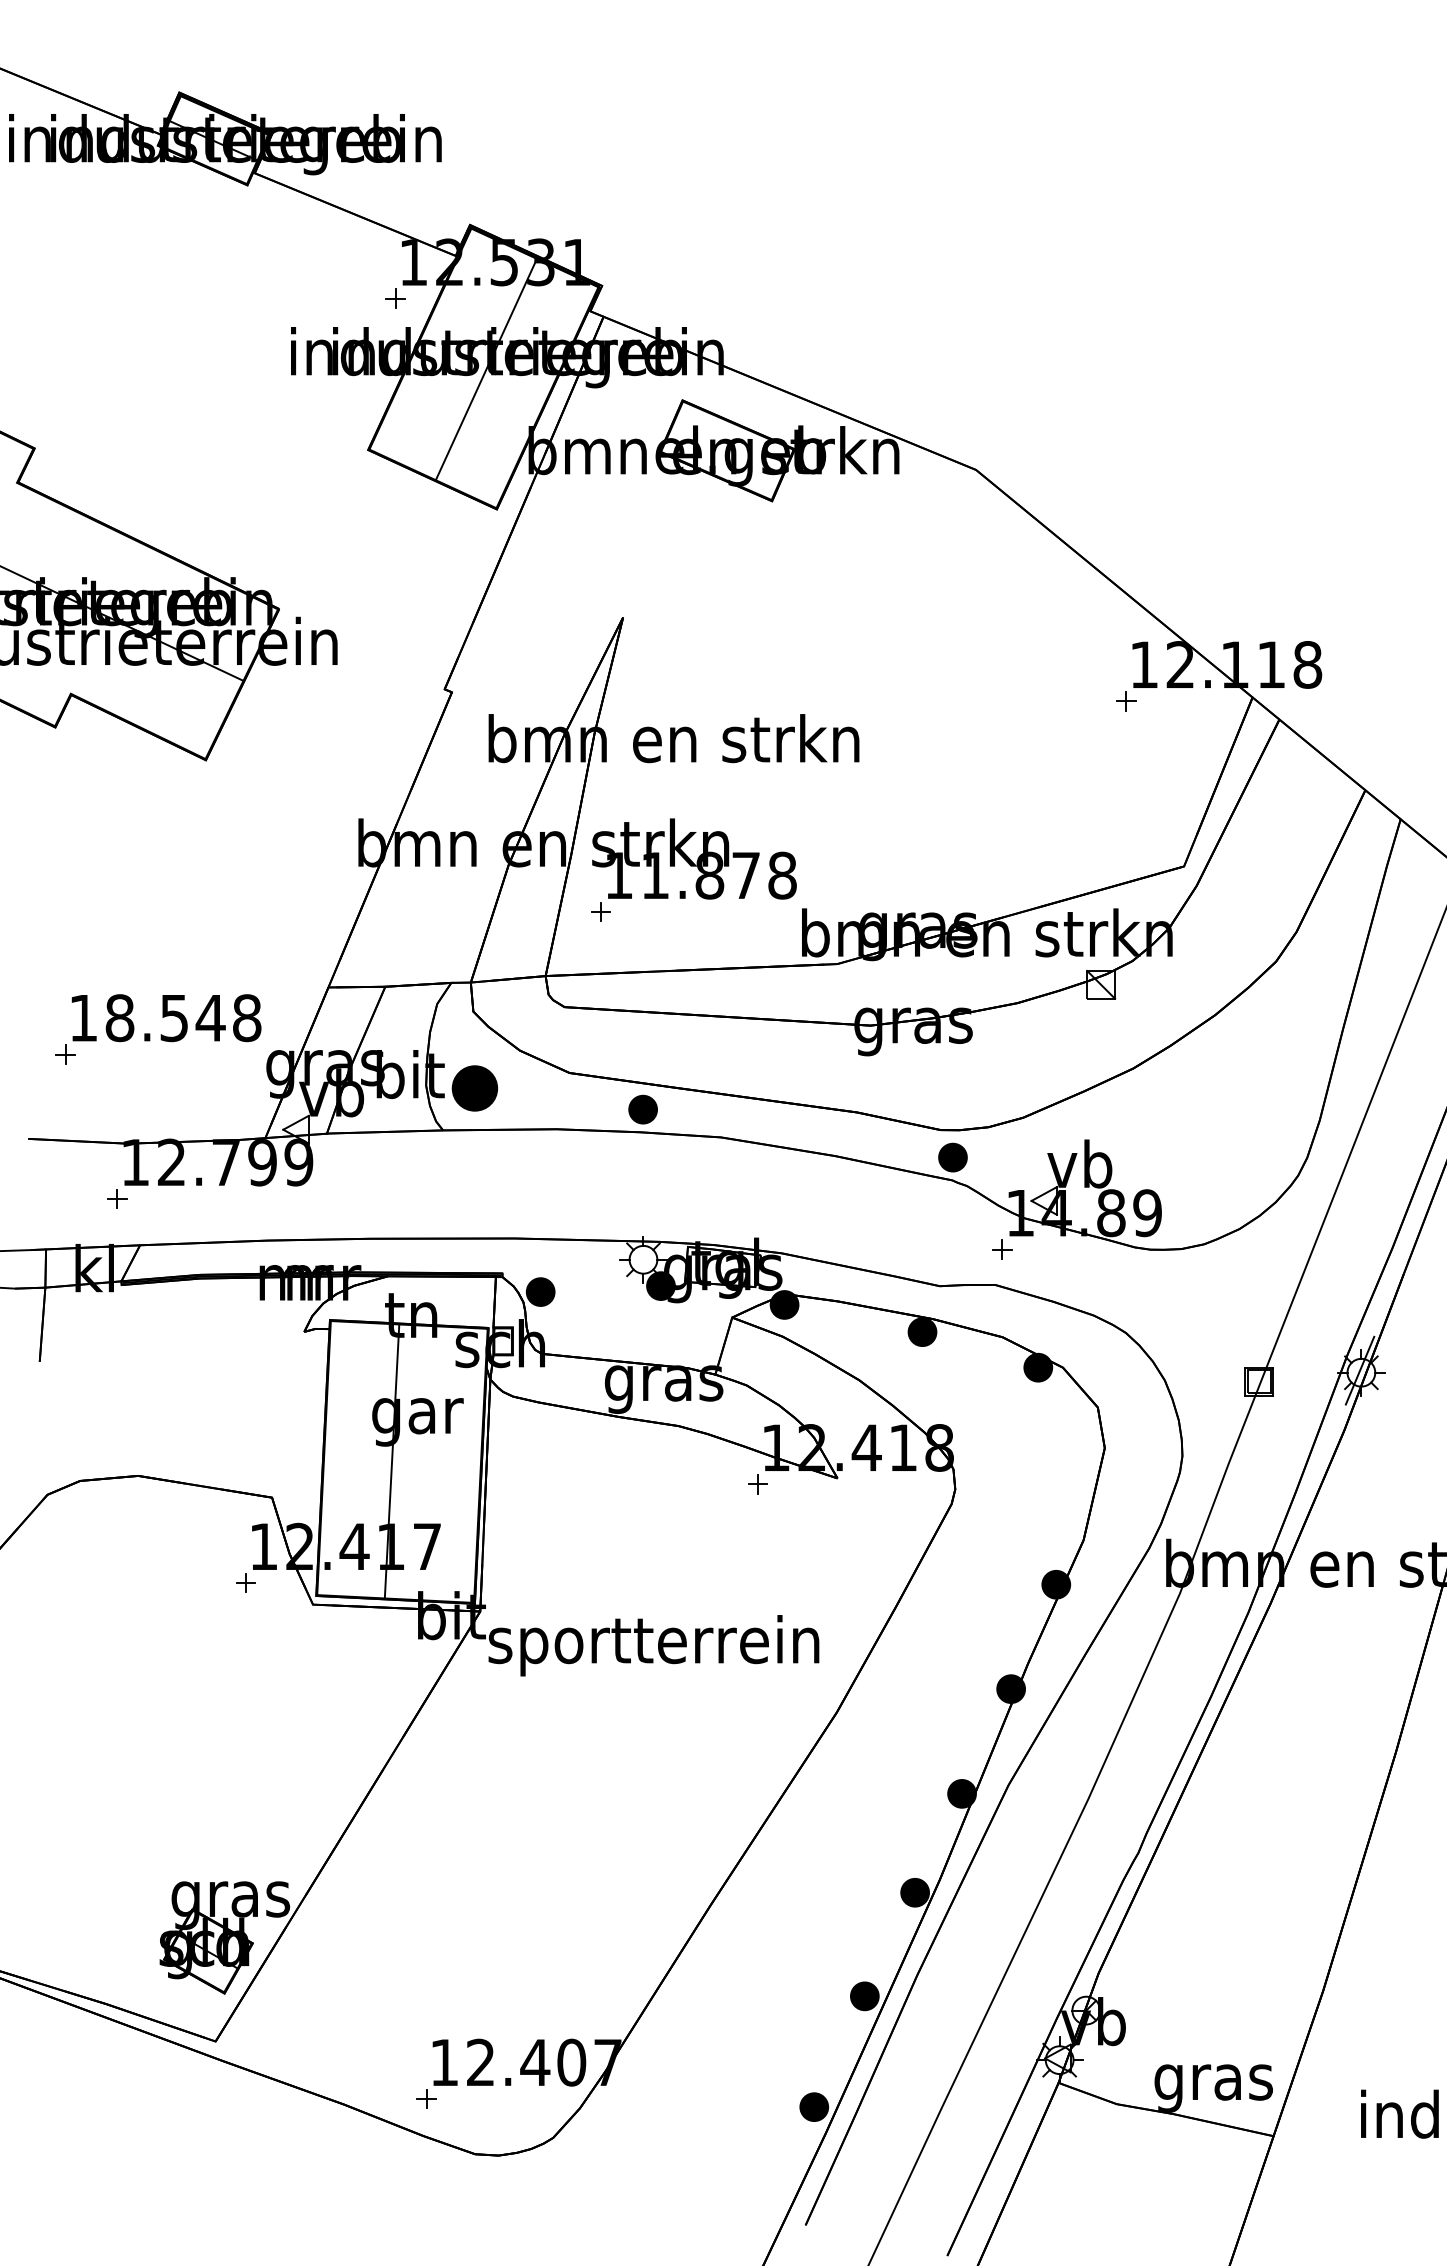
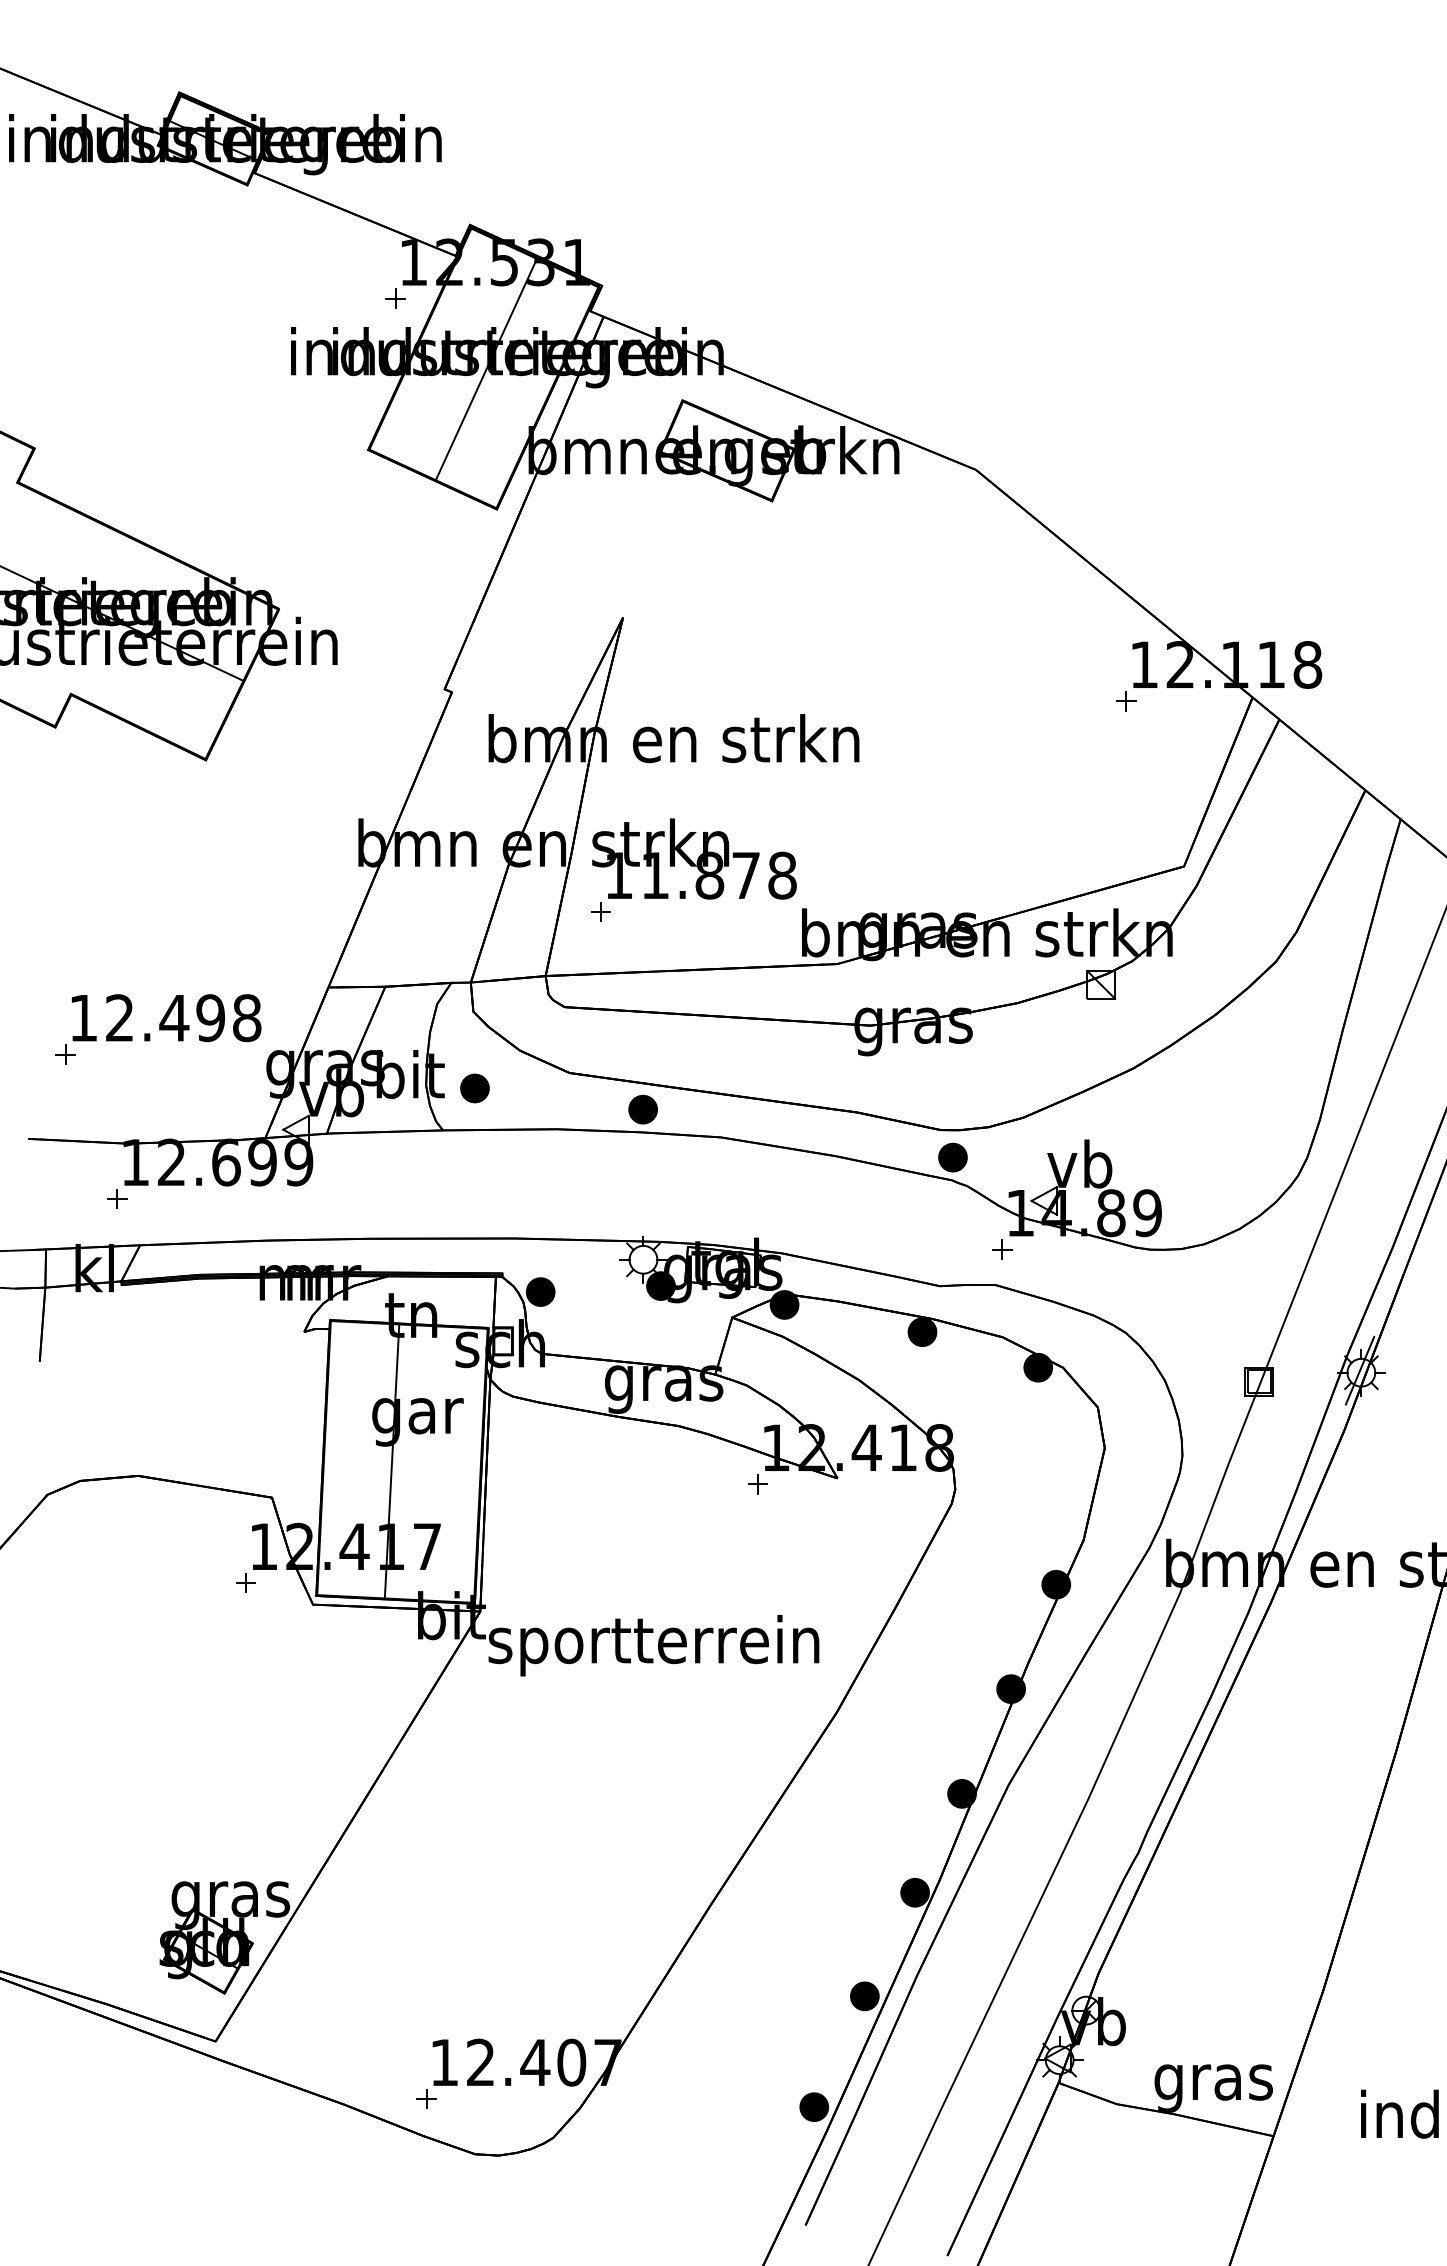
text at (165, 1018): 18.548 -> 12.498
part at (474, 1088) size: 48x47 px -> 30x31 px
text at (226, 1162): 12.799 -> 12.699
